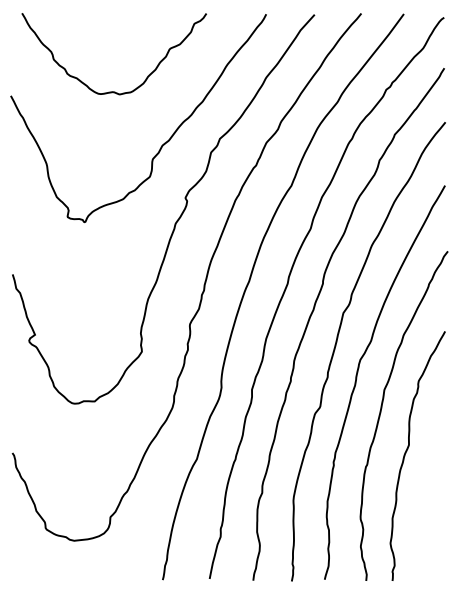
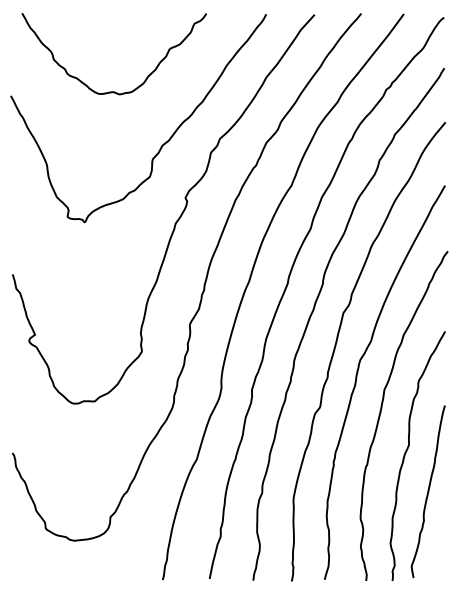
curve at (427, 491): none -> present
